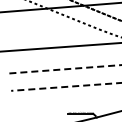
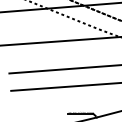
line at (60, 47) position: (60, 47) -> (60, 41)
line at (66, 69): dashed -> solid
line at (65, 86): dashed -> solid
